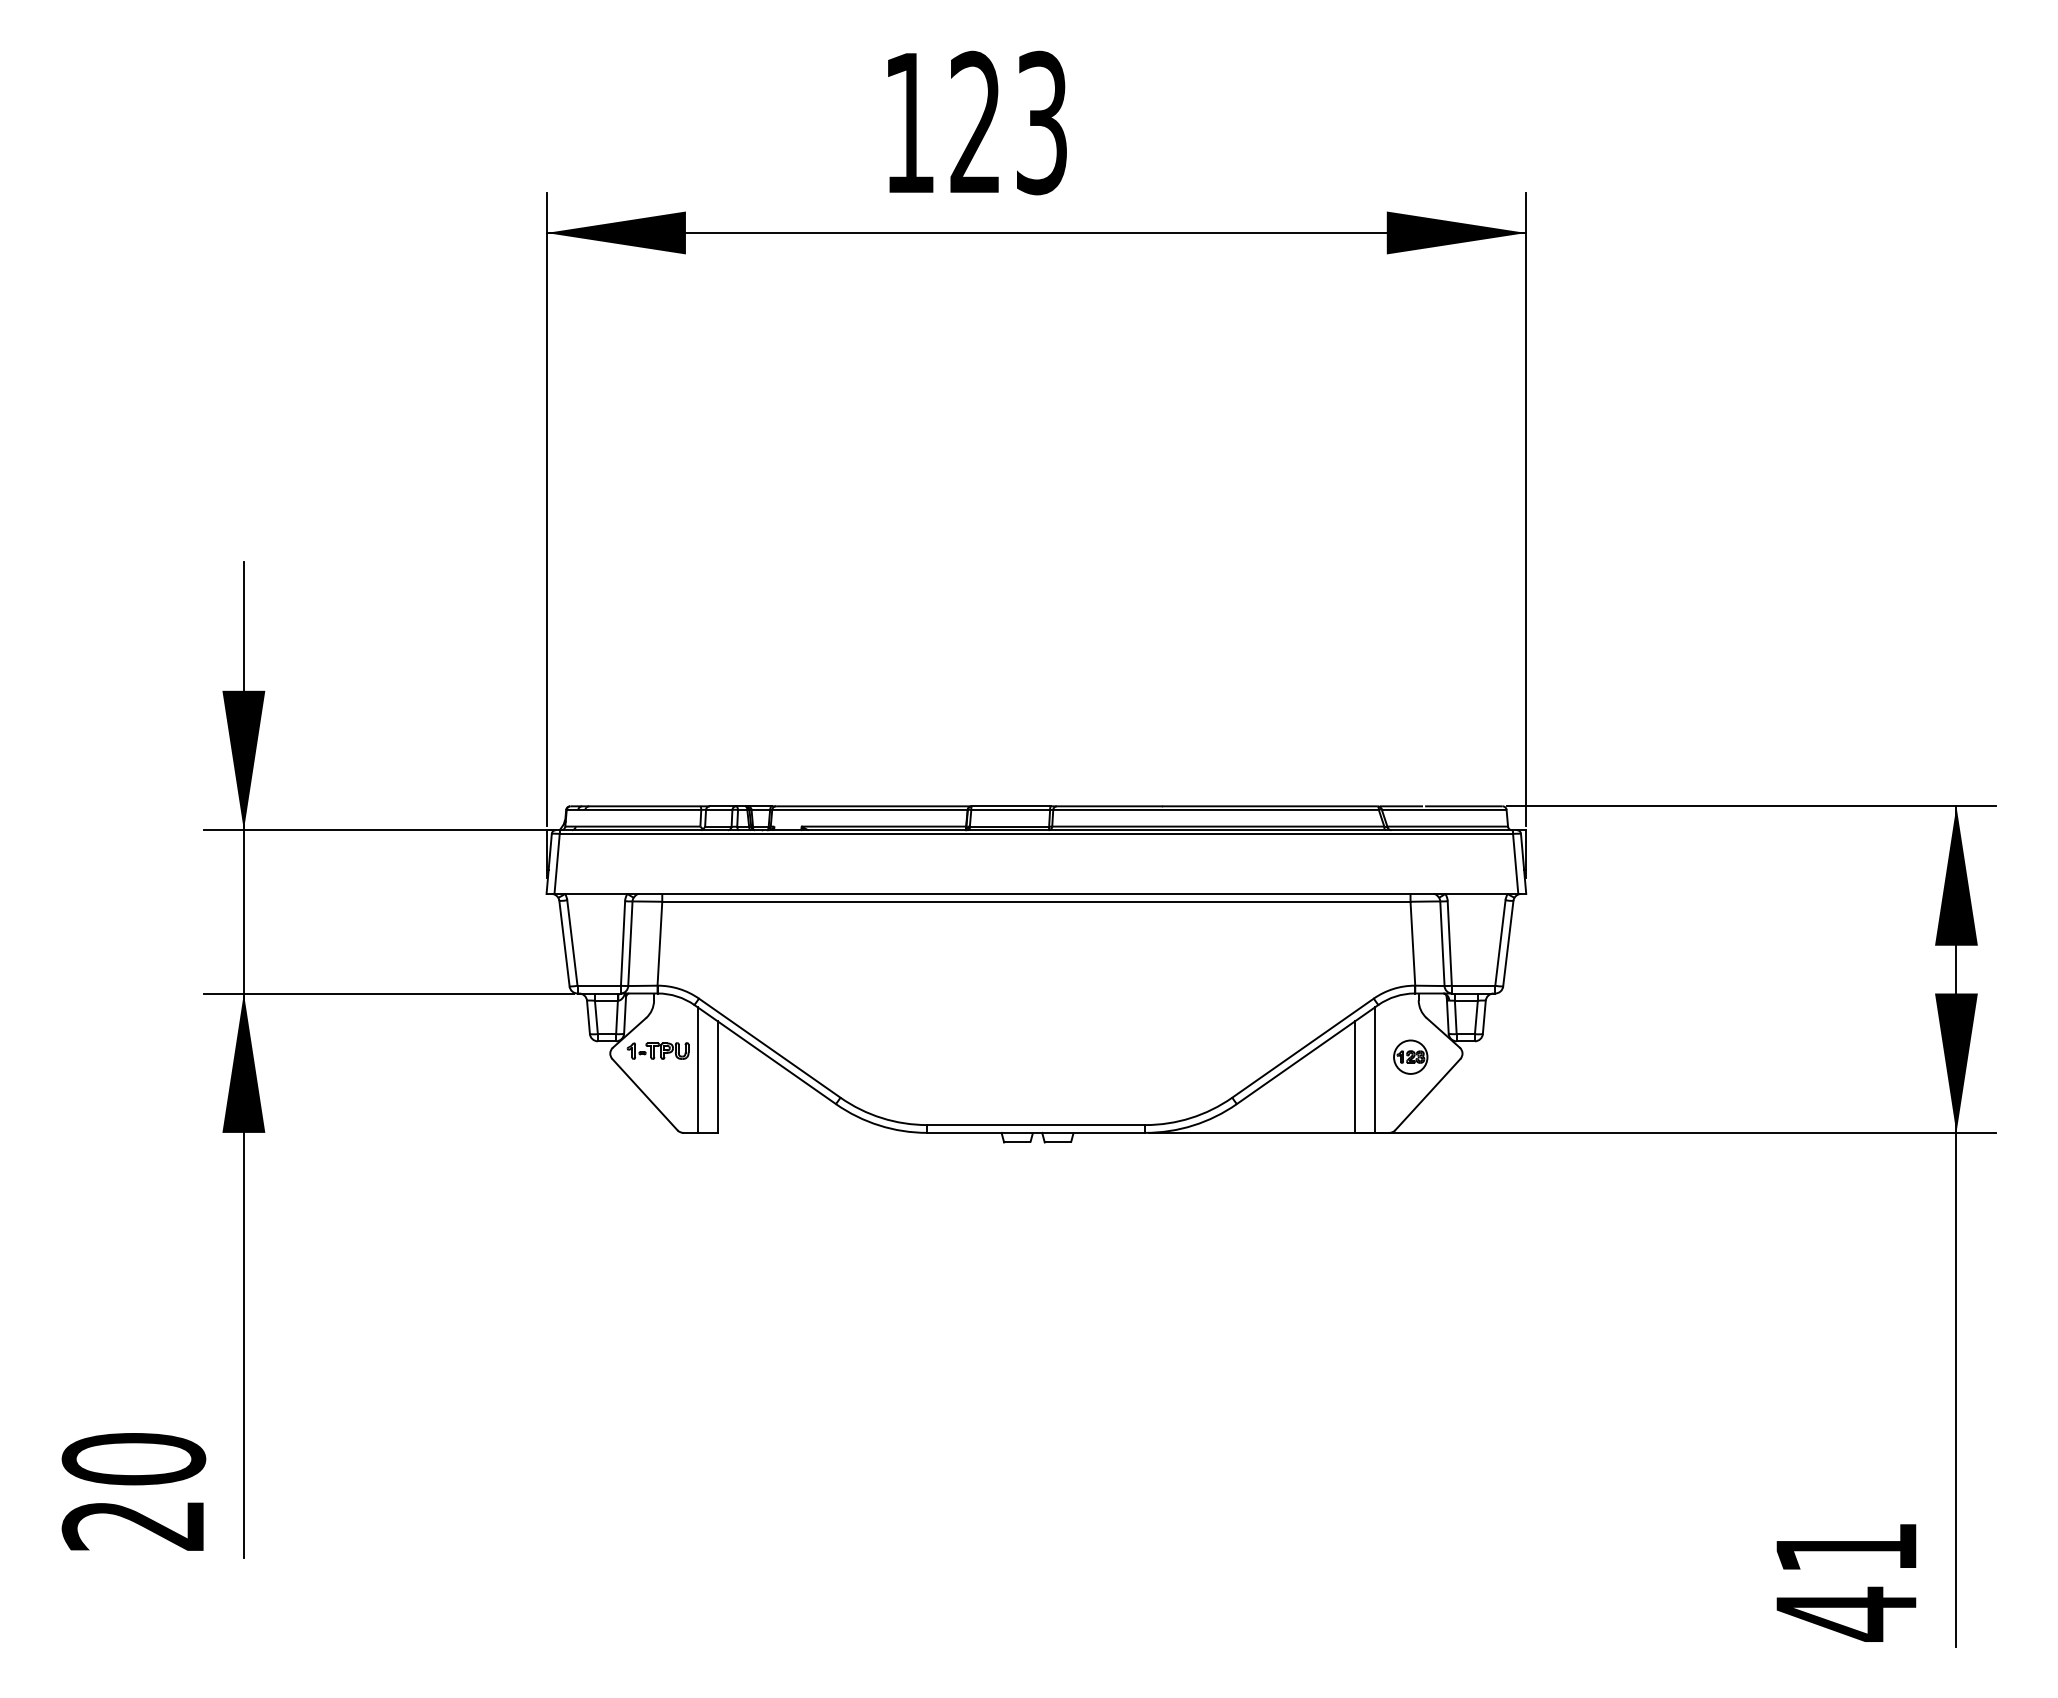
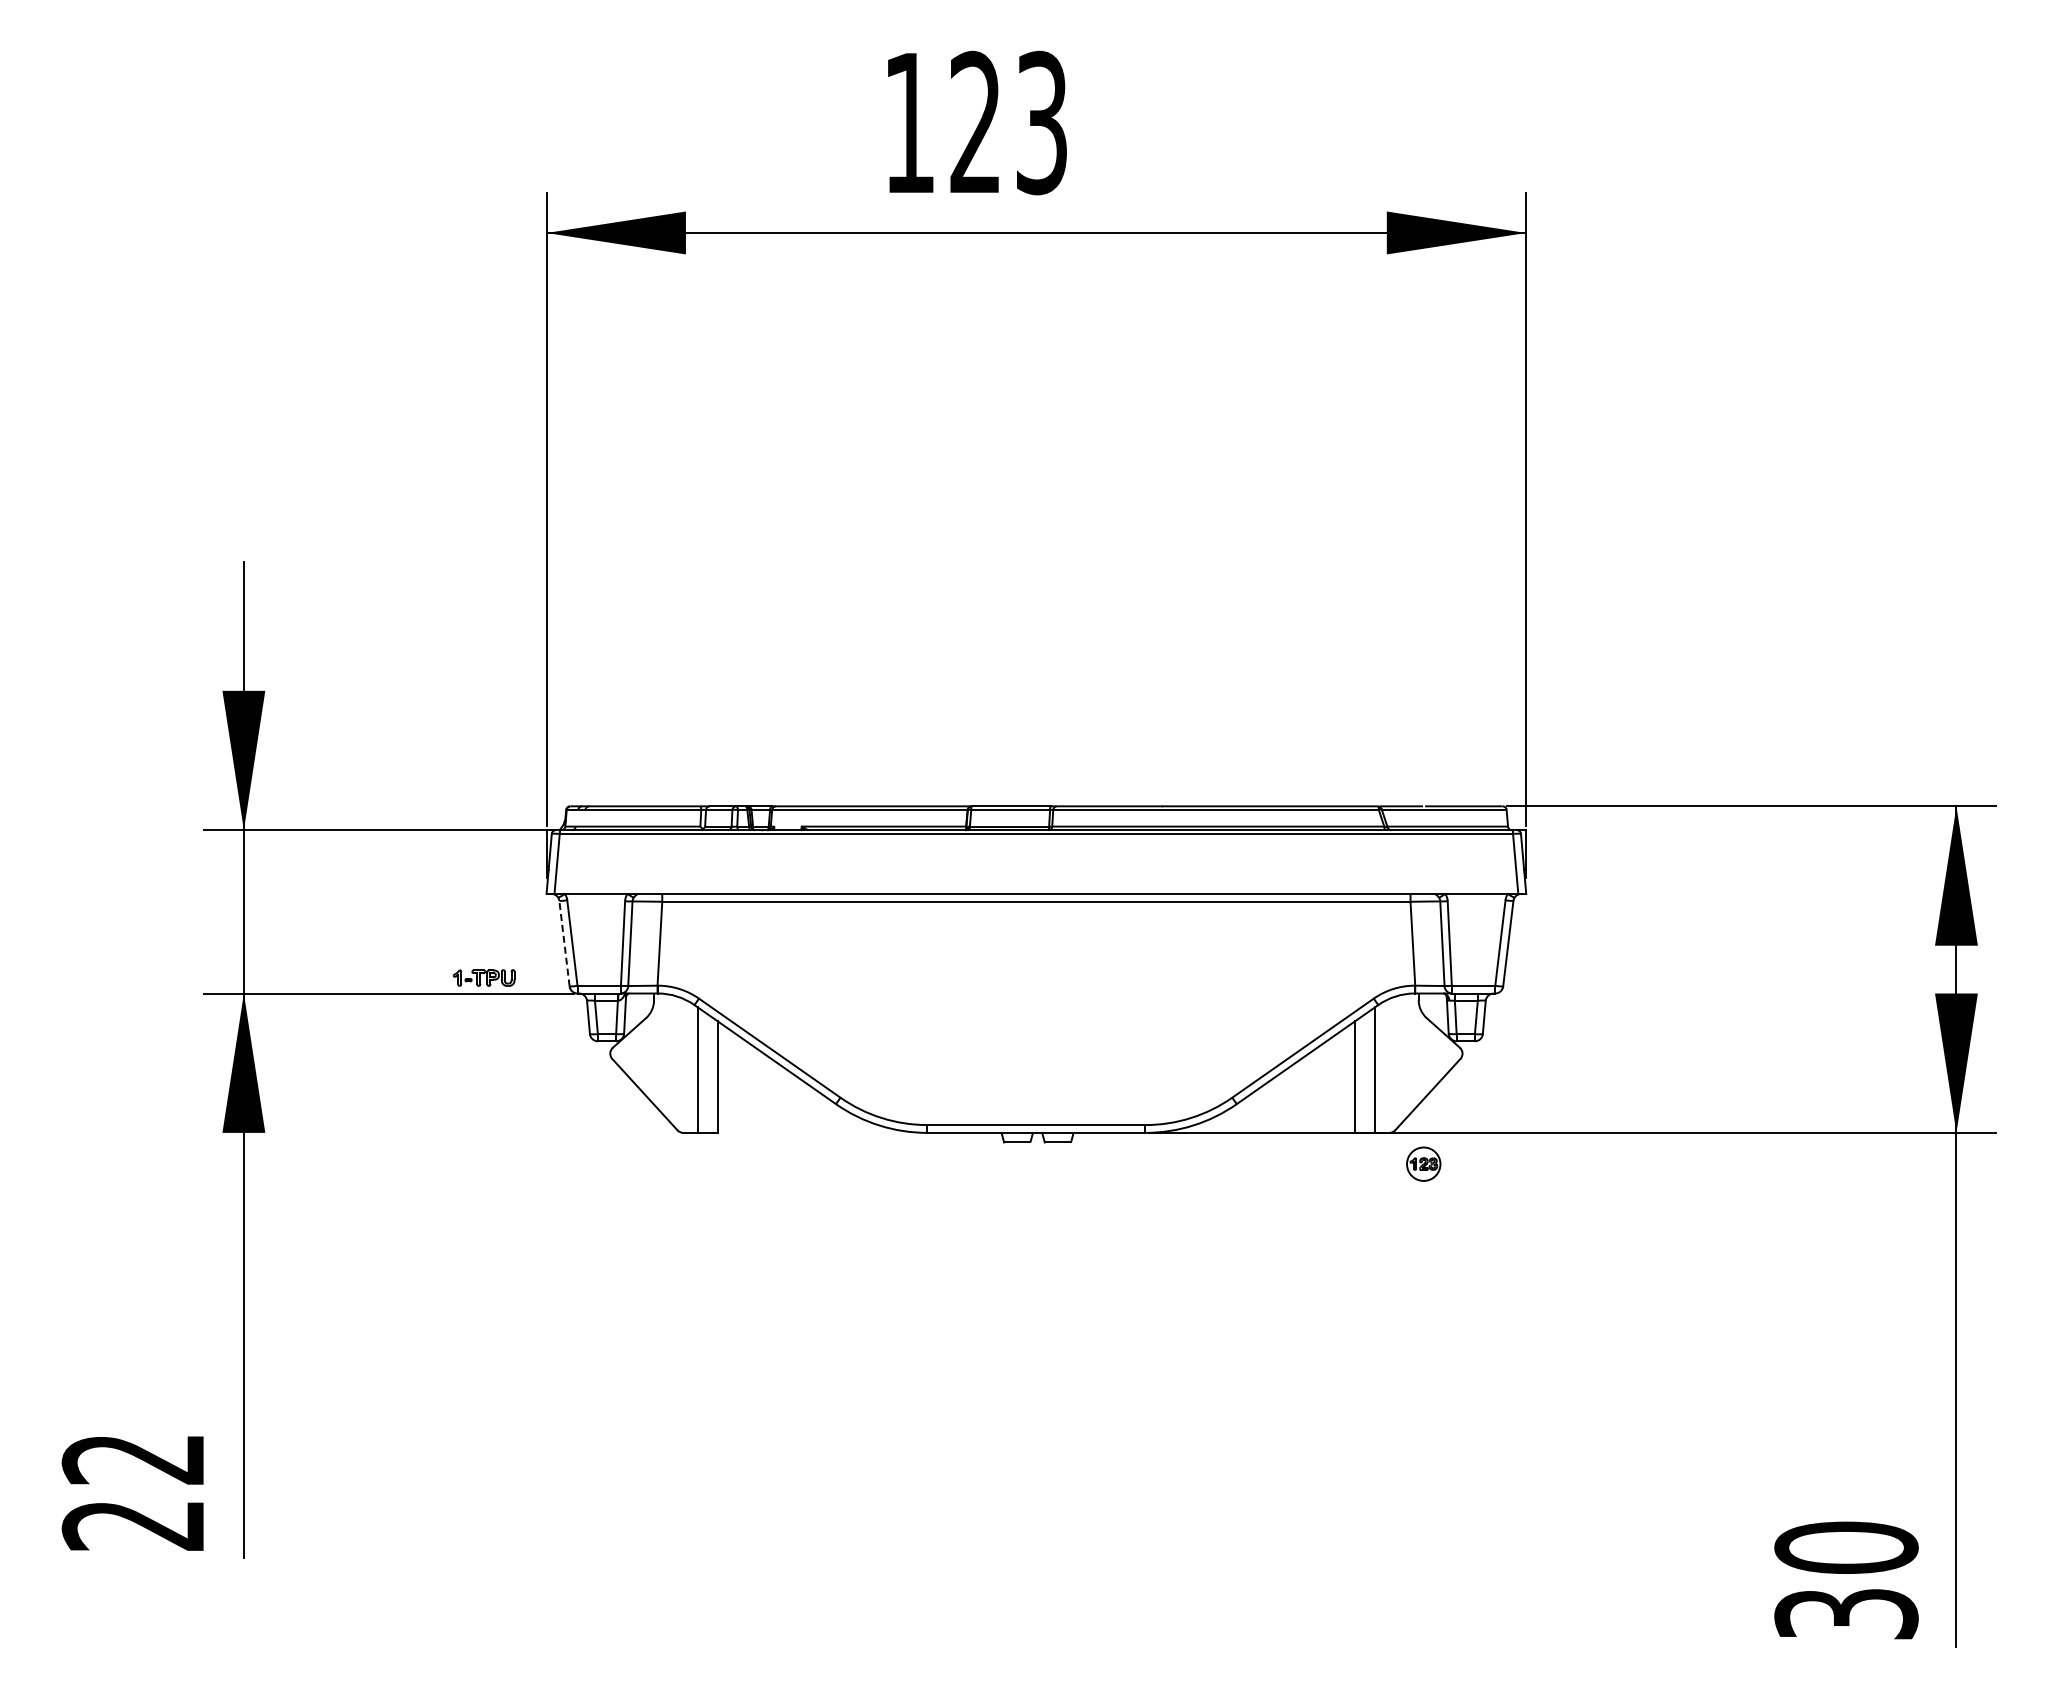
line at (564, 943): solid -> dashed
part at (657, 1050) position: (657, 1050) -> (483, 977)
part at (1410, 1056) position: (1410, 1056) -> (1423, 1163)
text at (133, 1459): 20 -> 22
text at (1846, 1581): 41 -> 30
